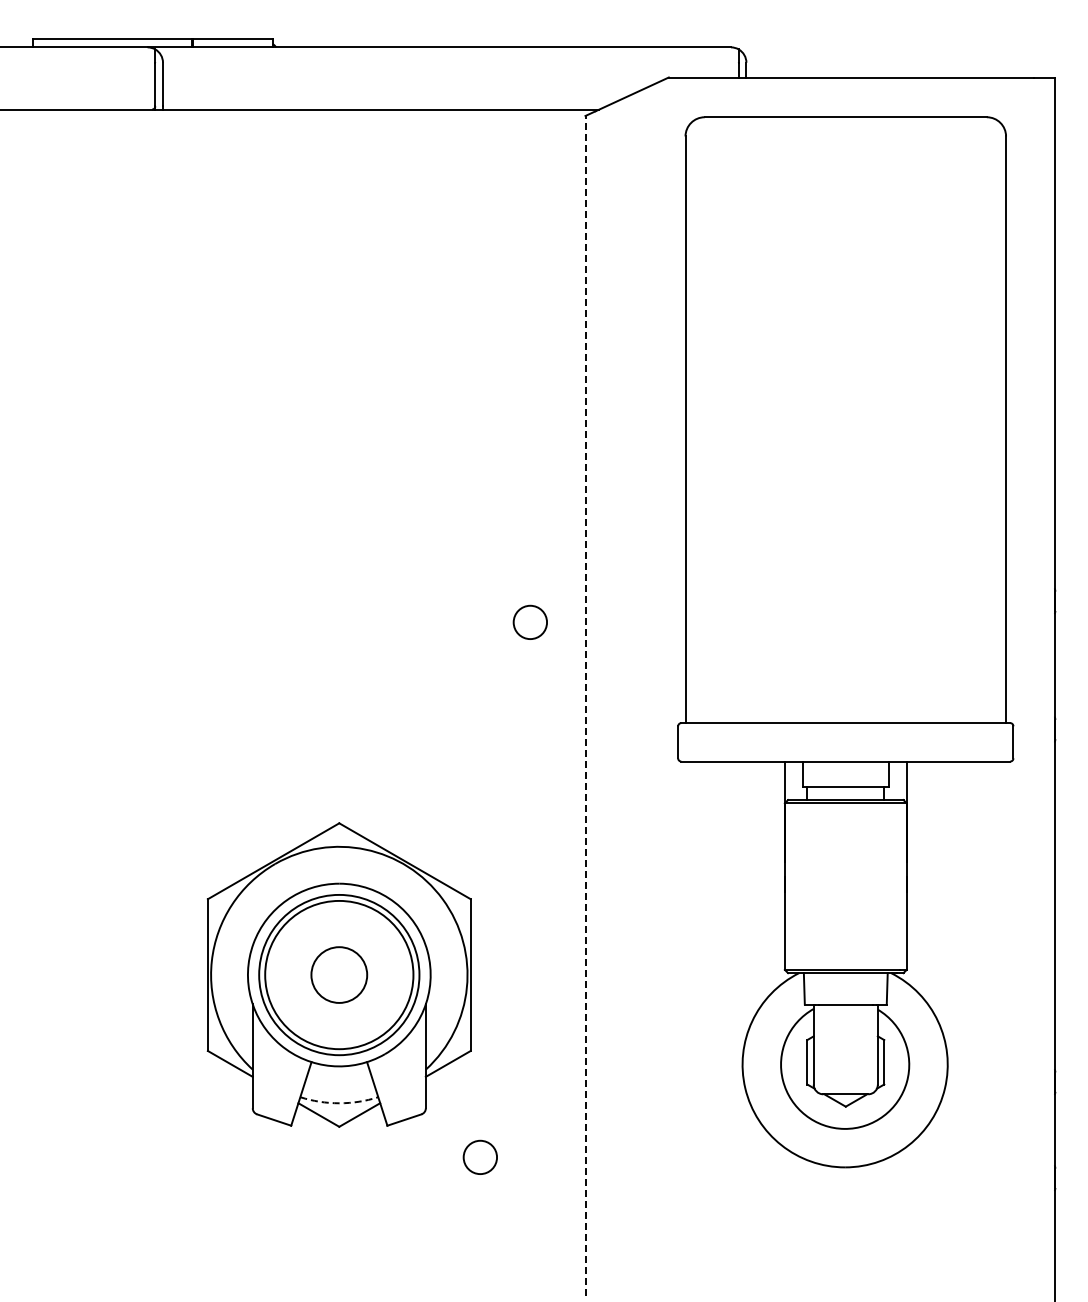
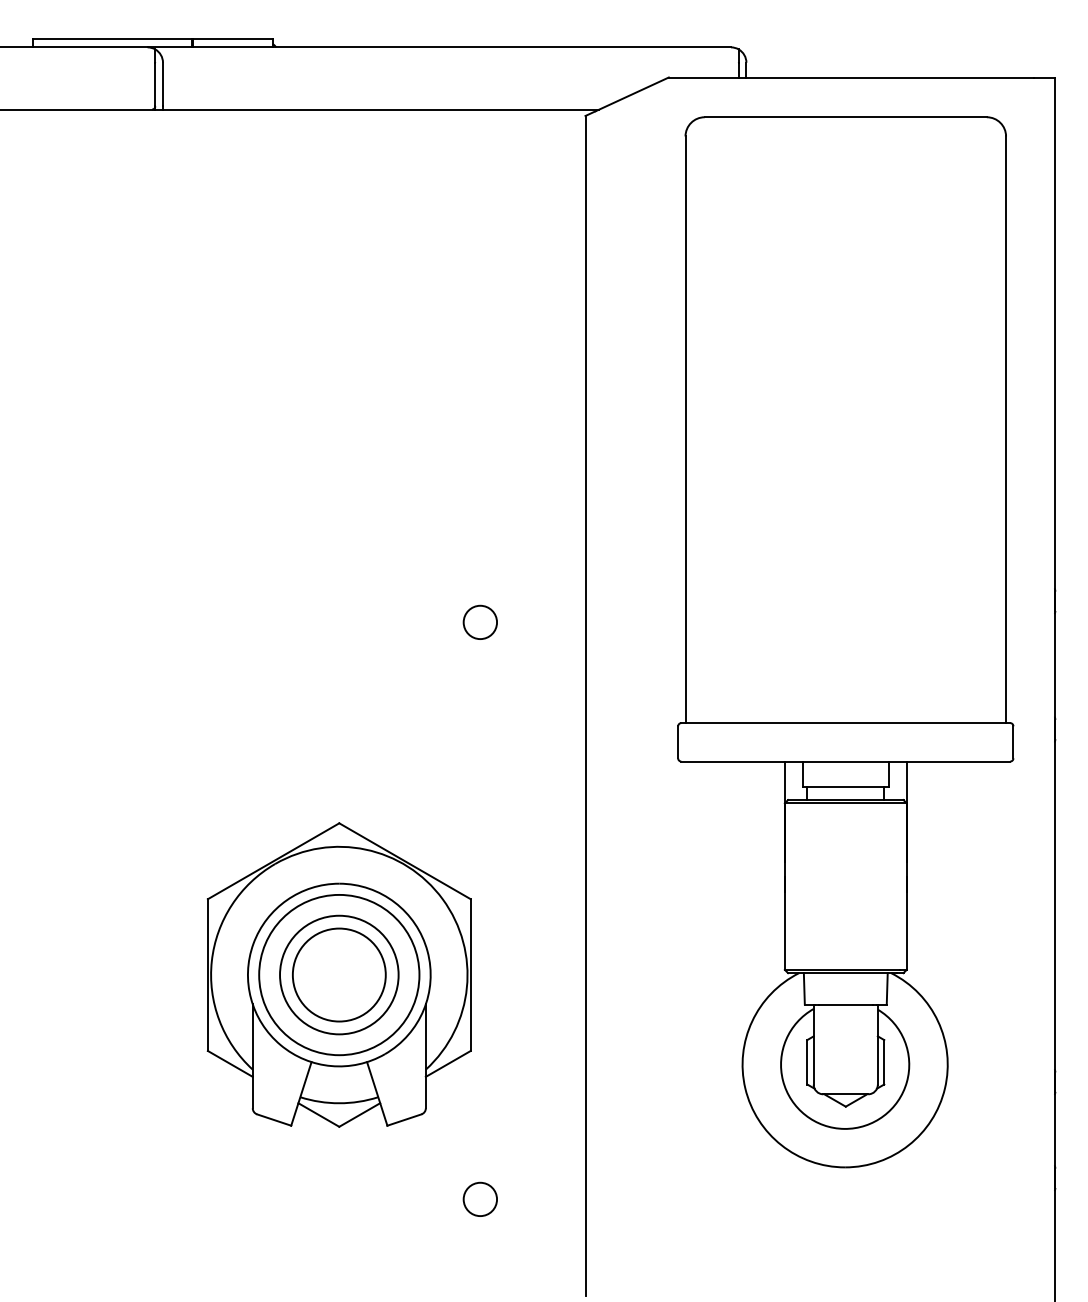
circle at (529, 621) position: (529, 621) -> (479, 621)
line at (585, 705): dashed -> solid
circle at (339, 974) diameter: 148 px -> 119 px
circle at (339, 974) diameter: 56 px -> 93 px
arc at (339, 1103): dashed -> solid
circle at (479, 1156) position: (479, 1156) -> (479, 1198)
